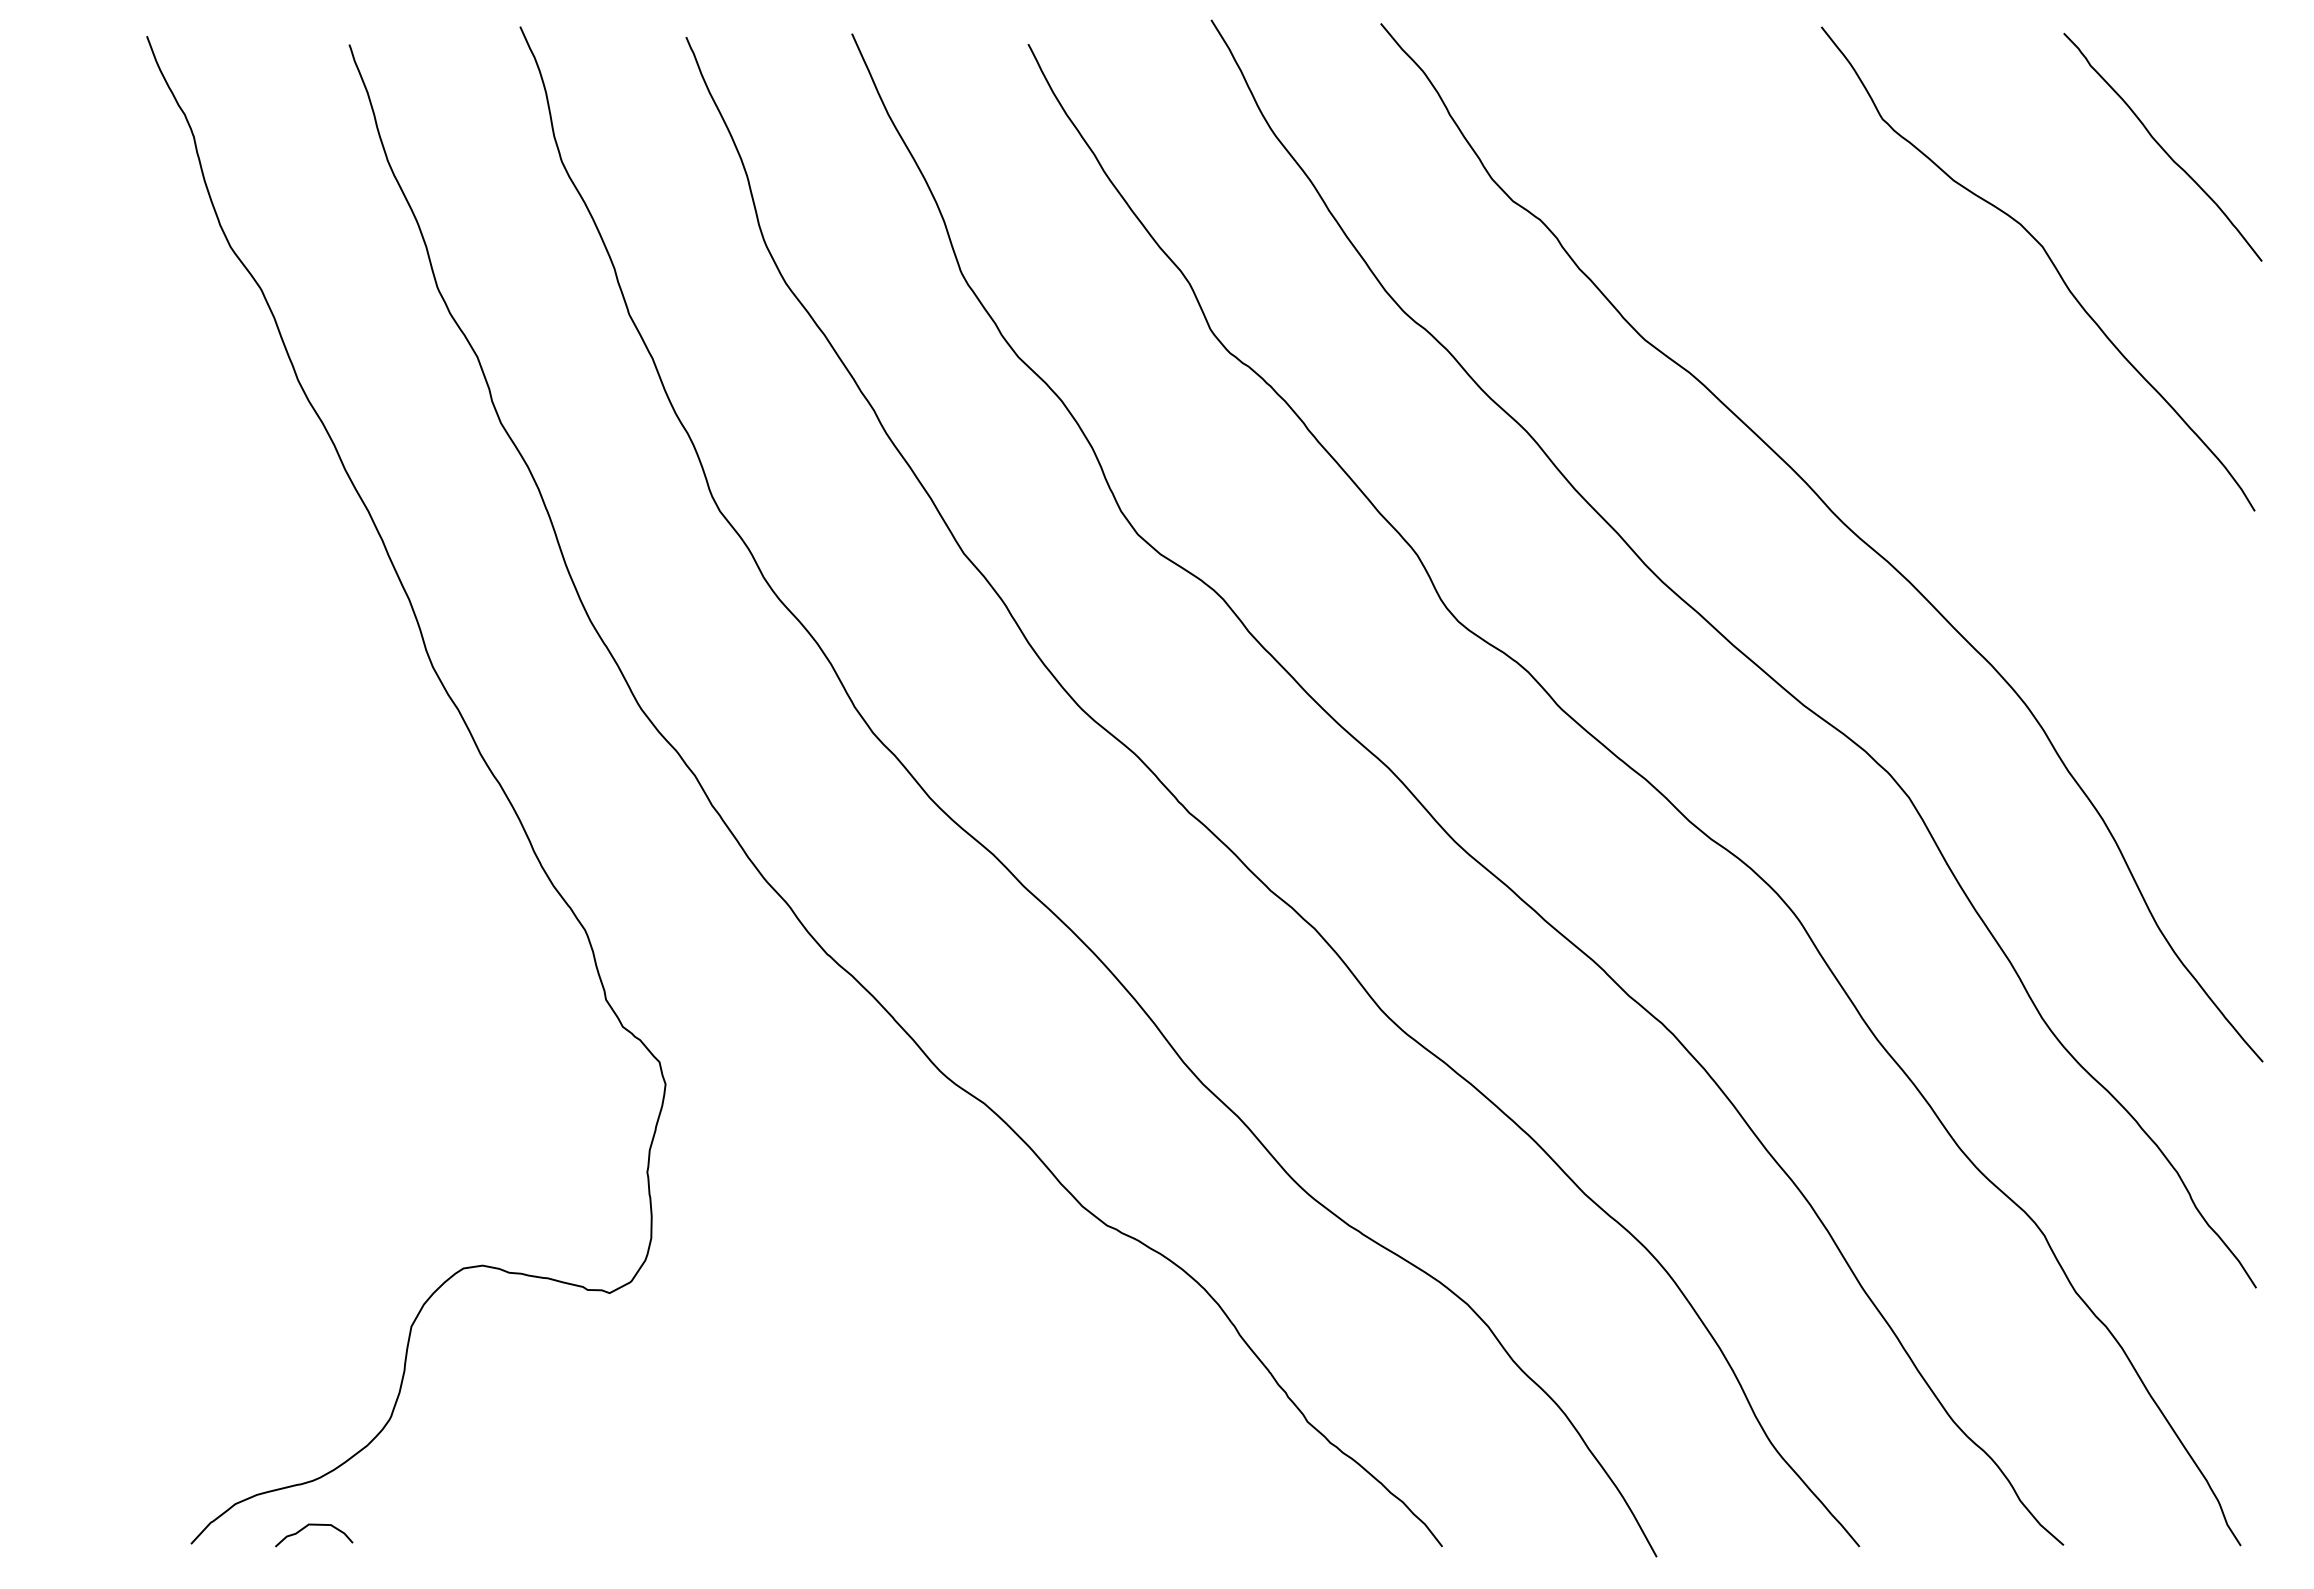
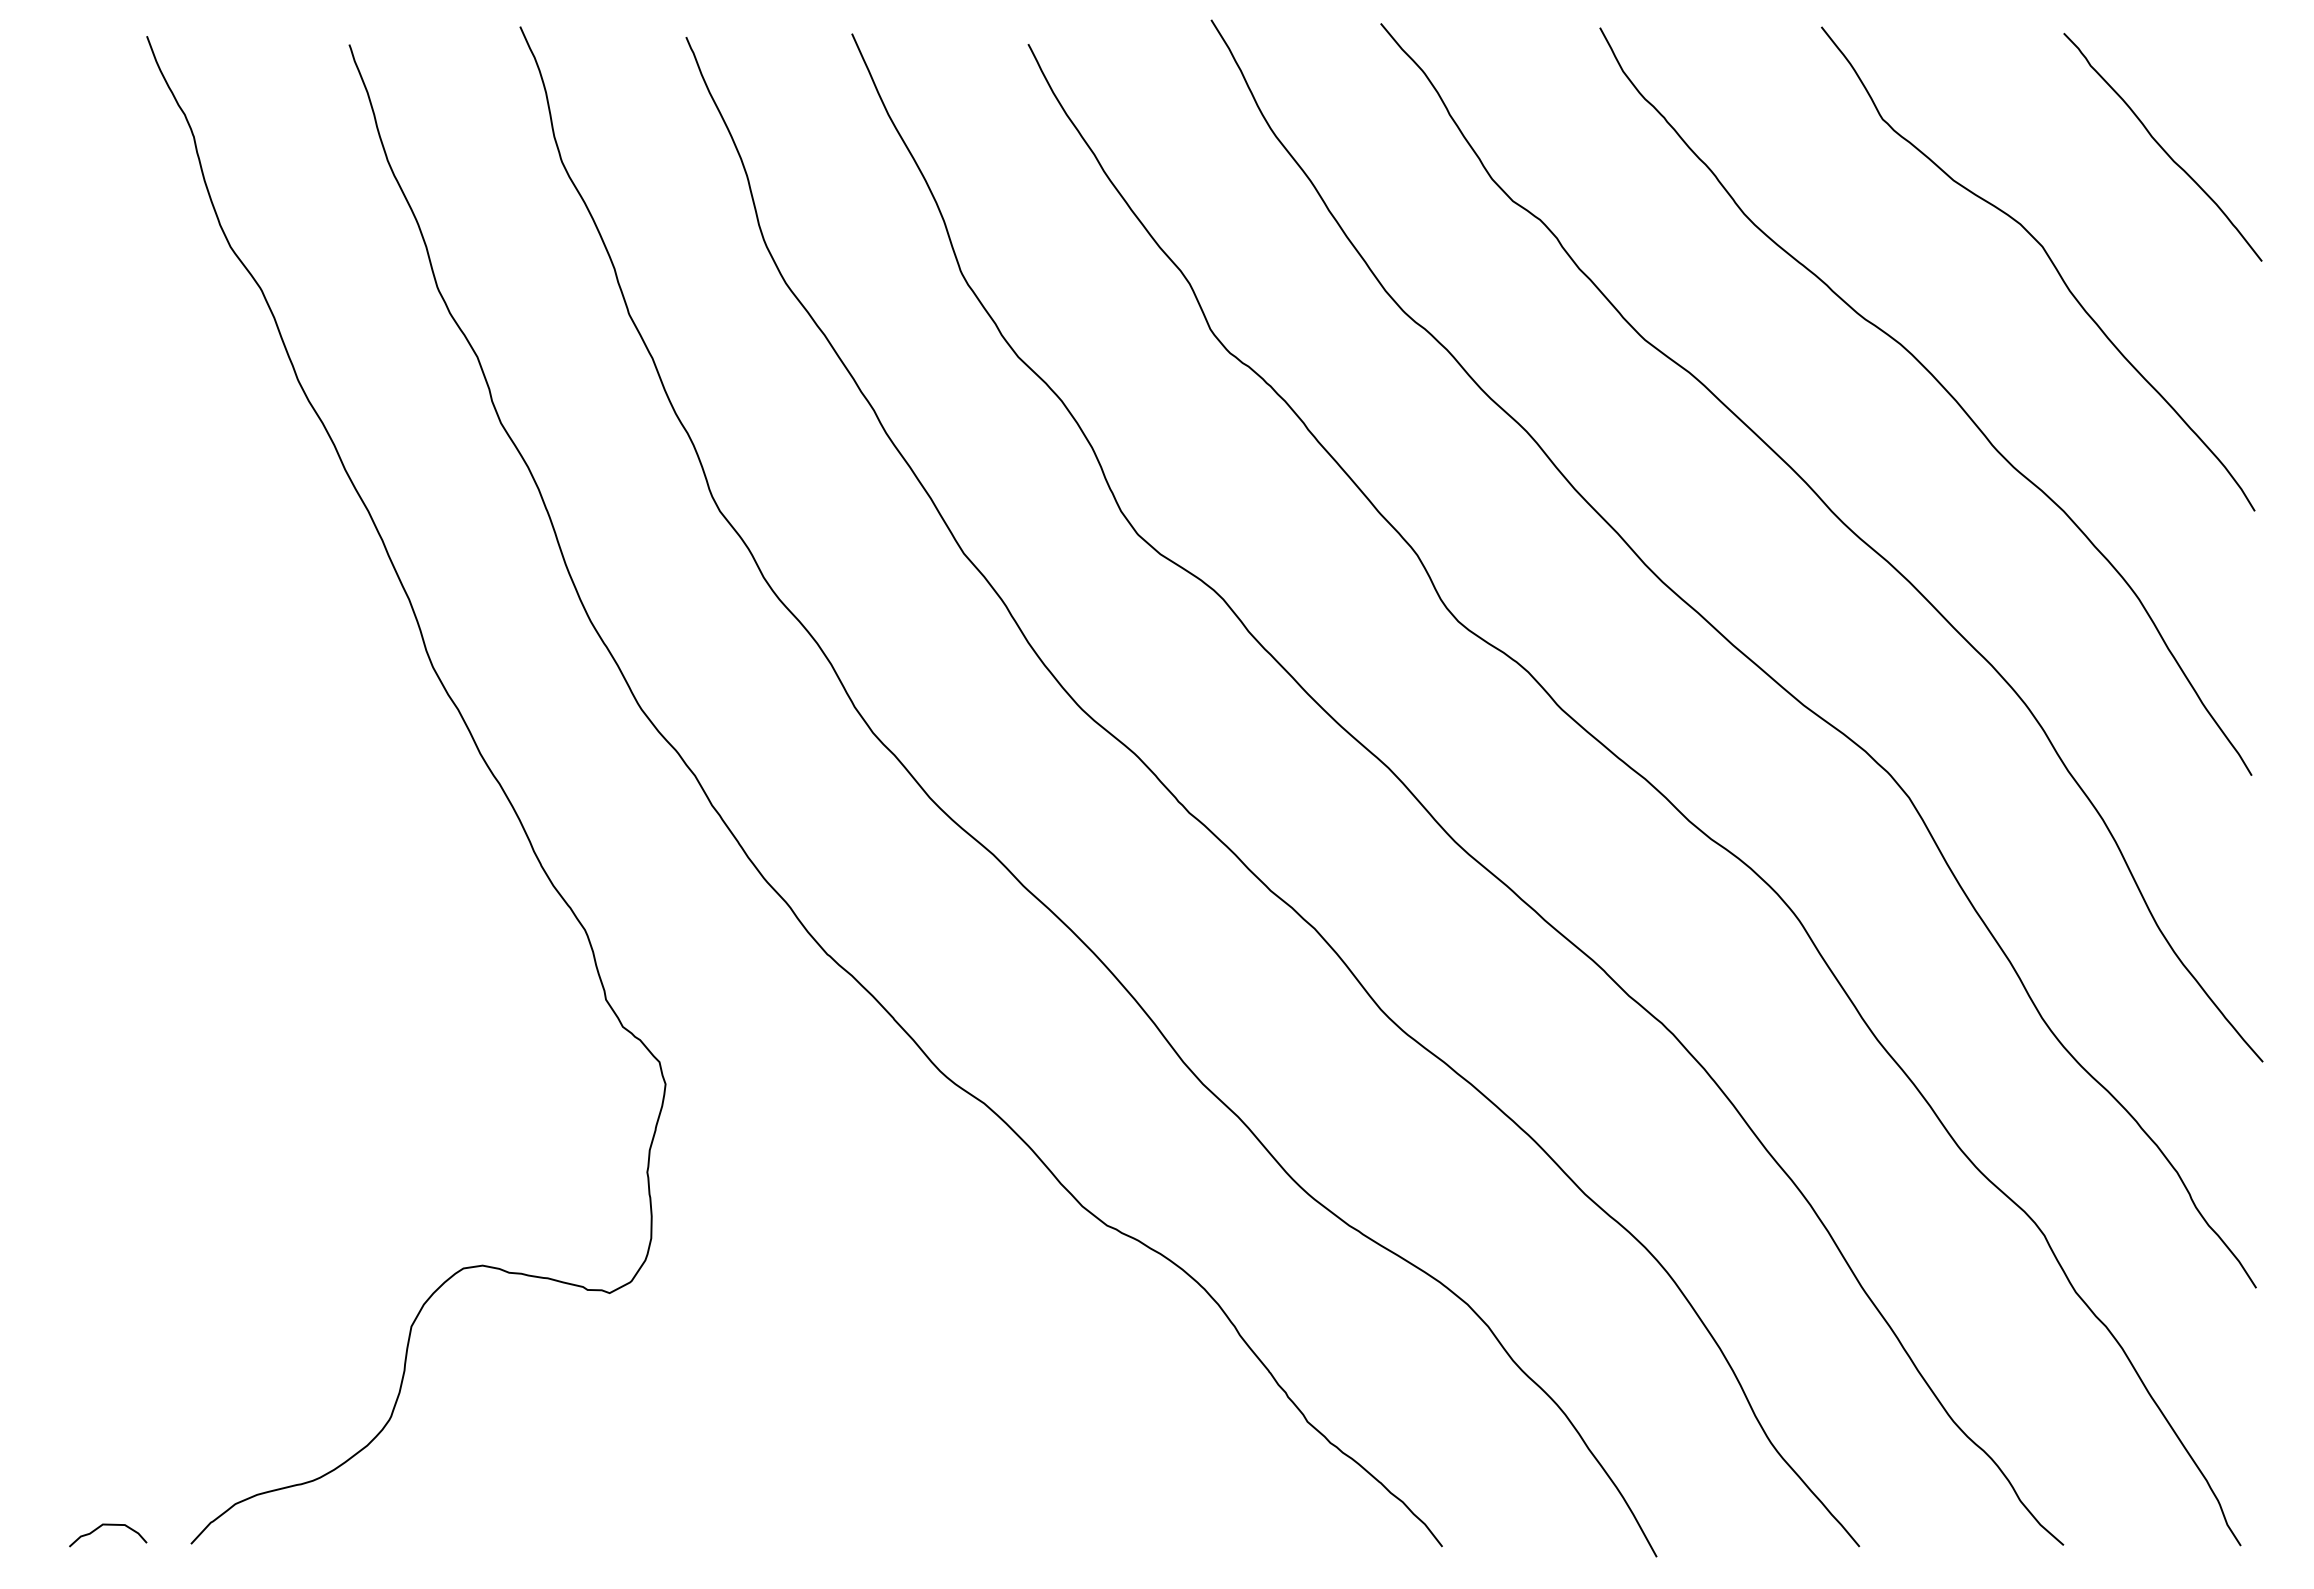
curve at (1940, 385): none -> present
curve at (314, 1525) position: (314, 1525) -> (108, 1525)
